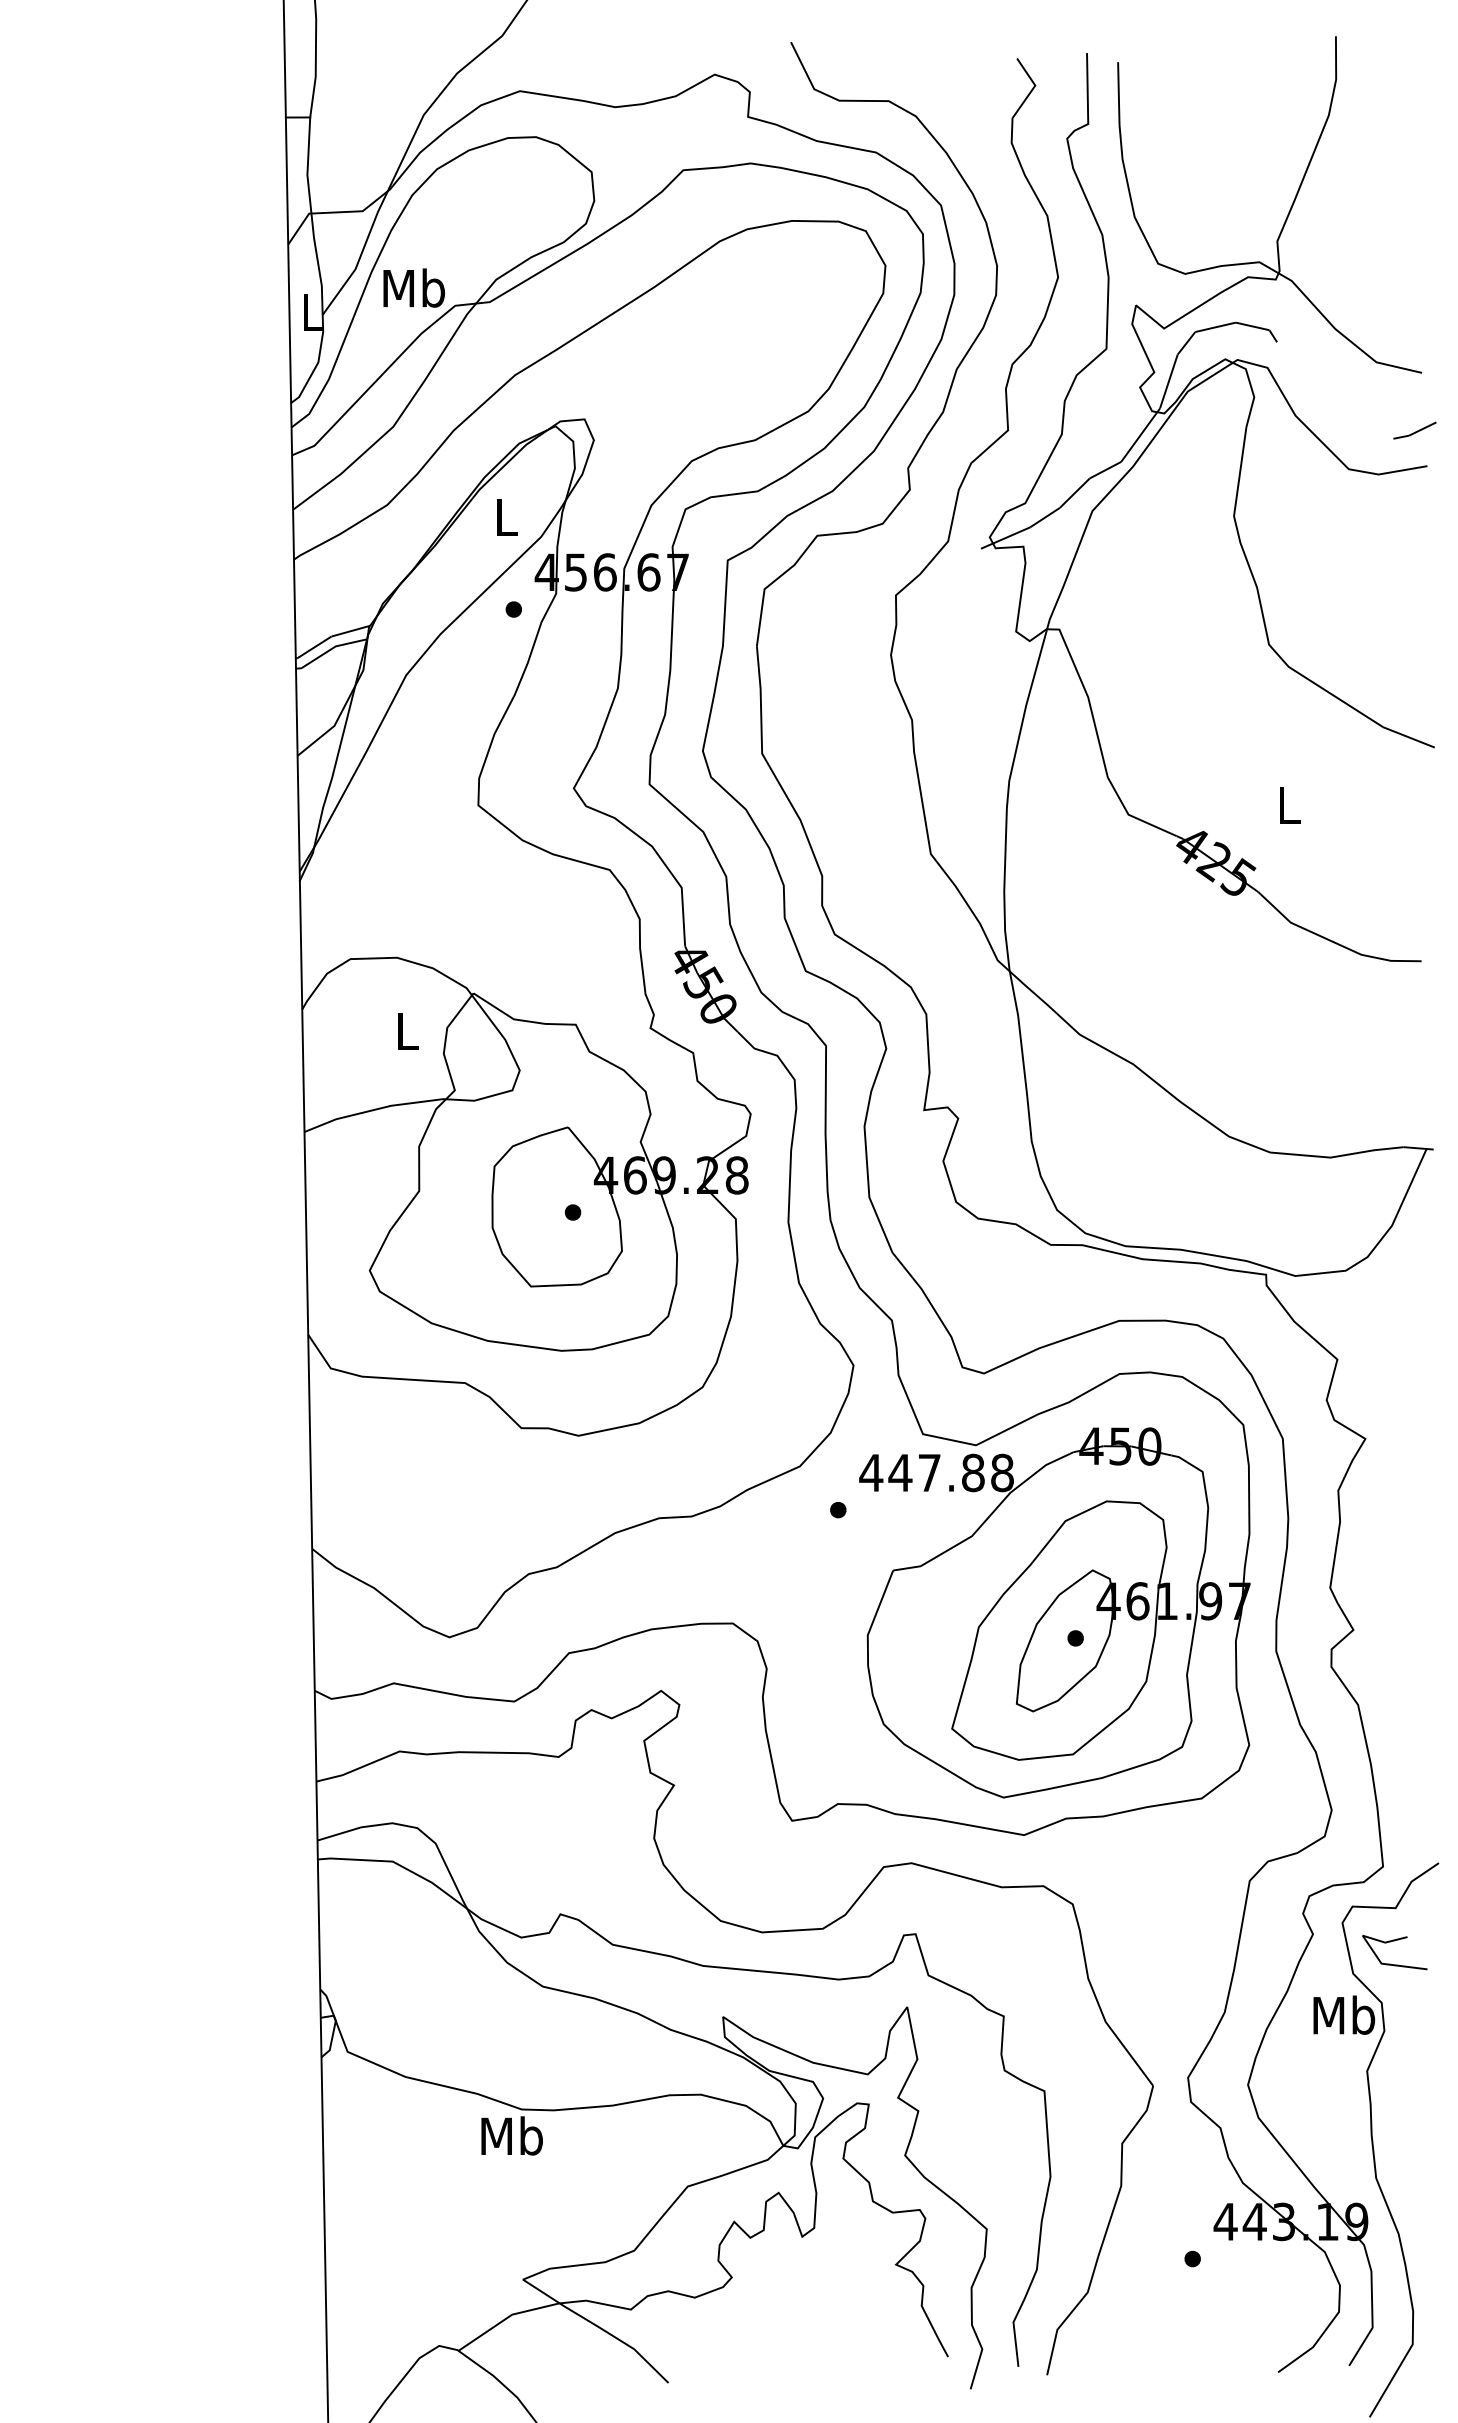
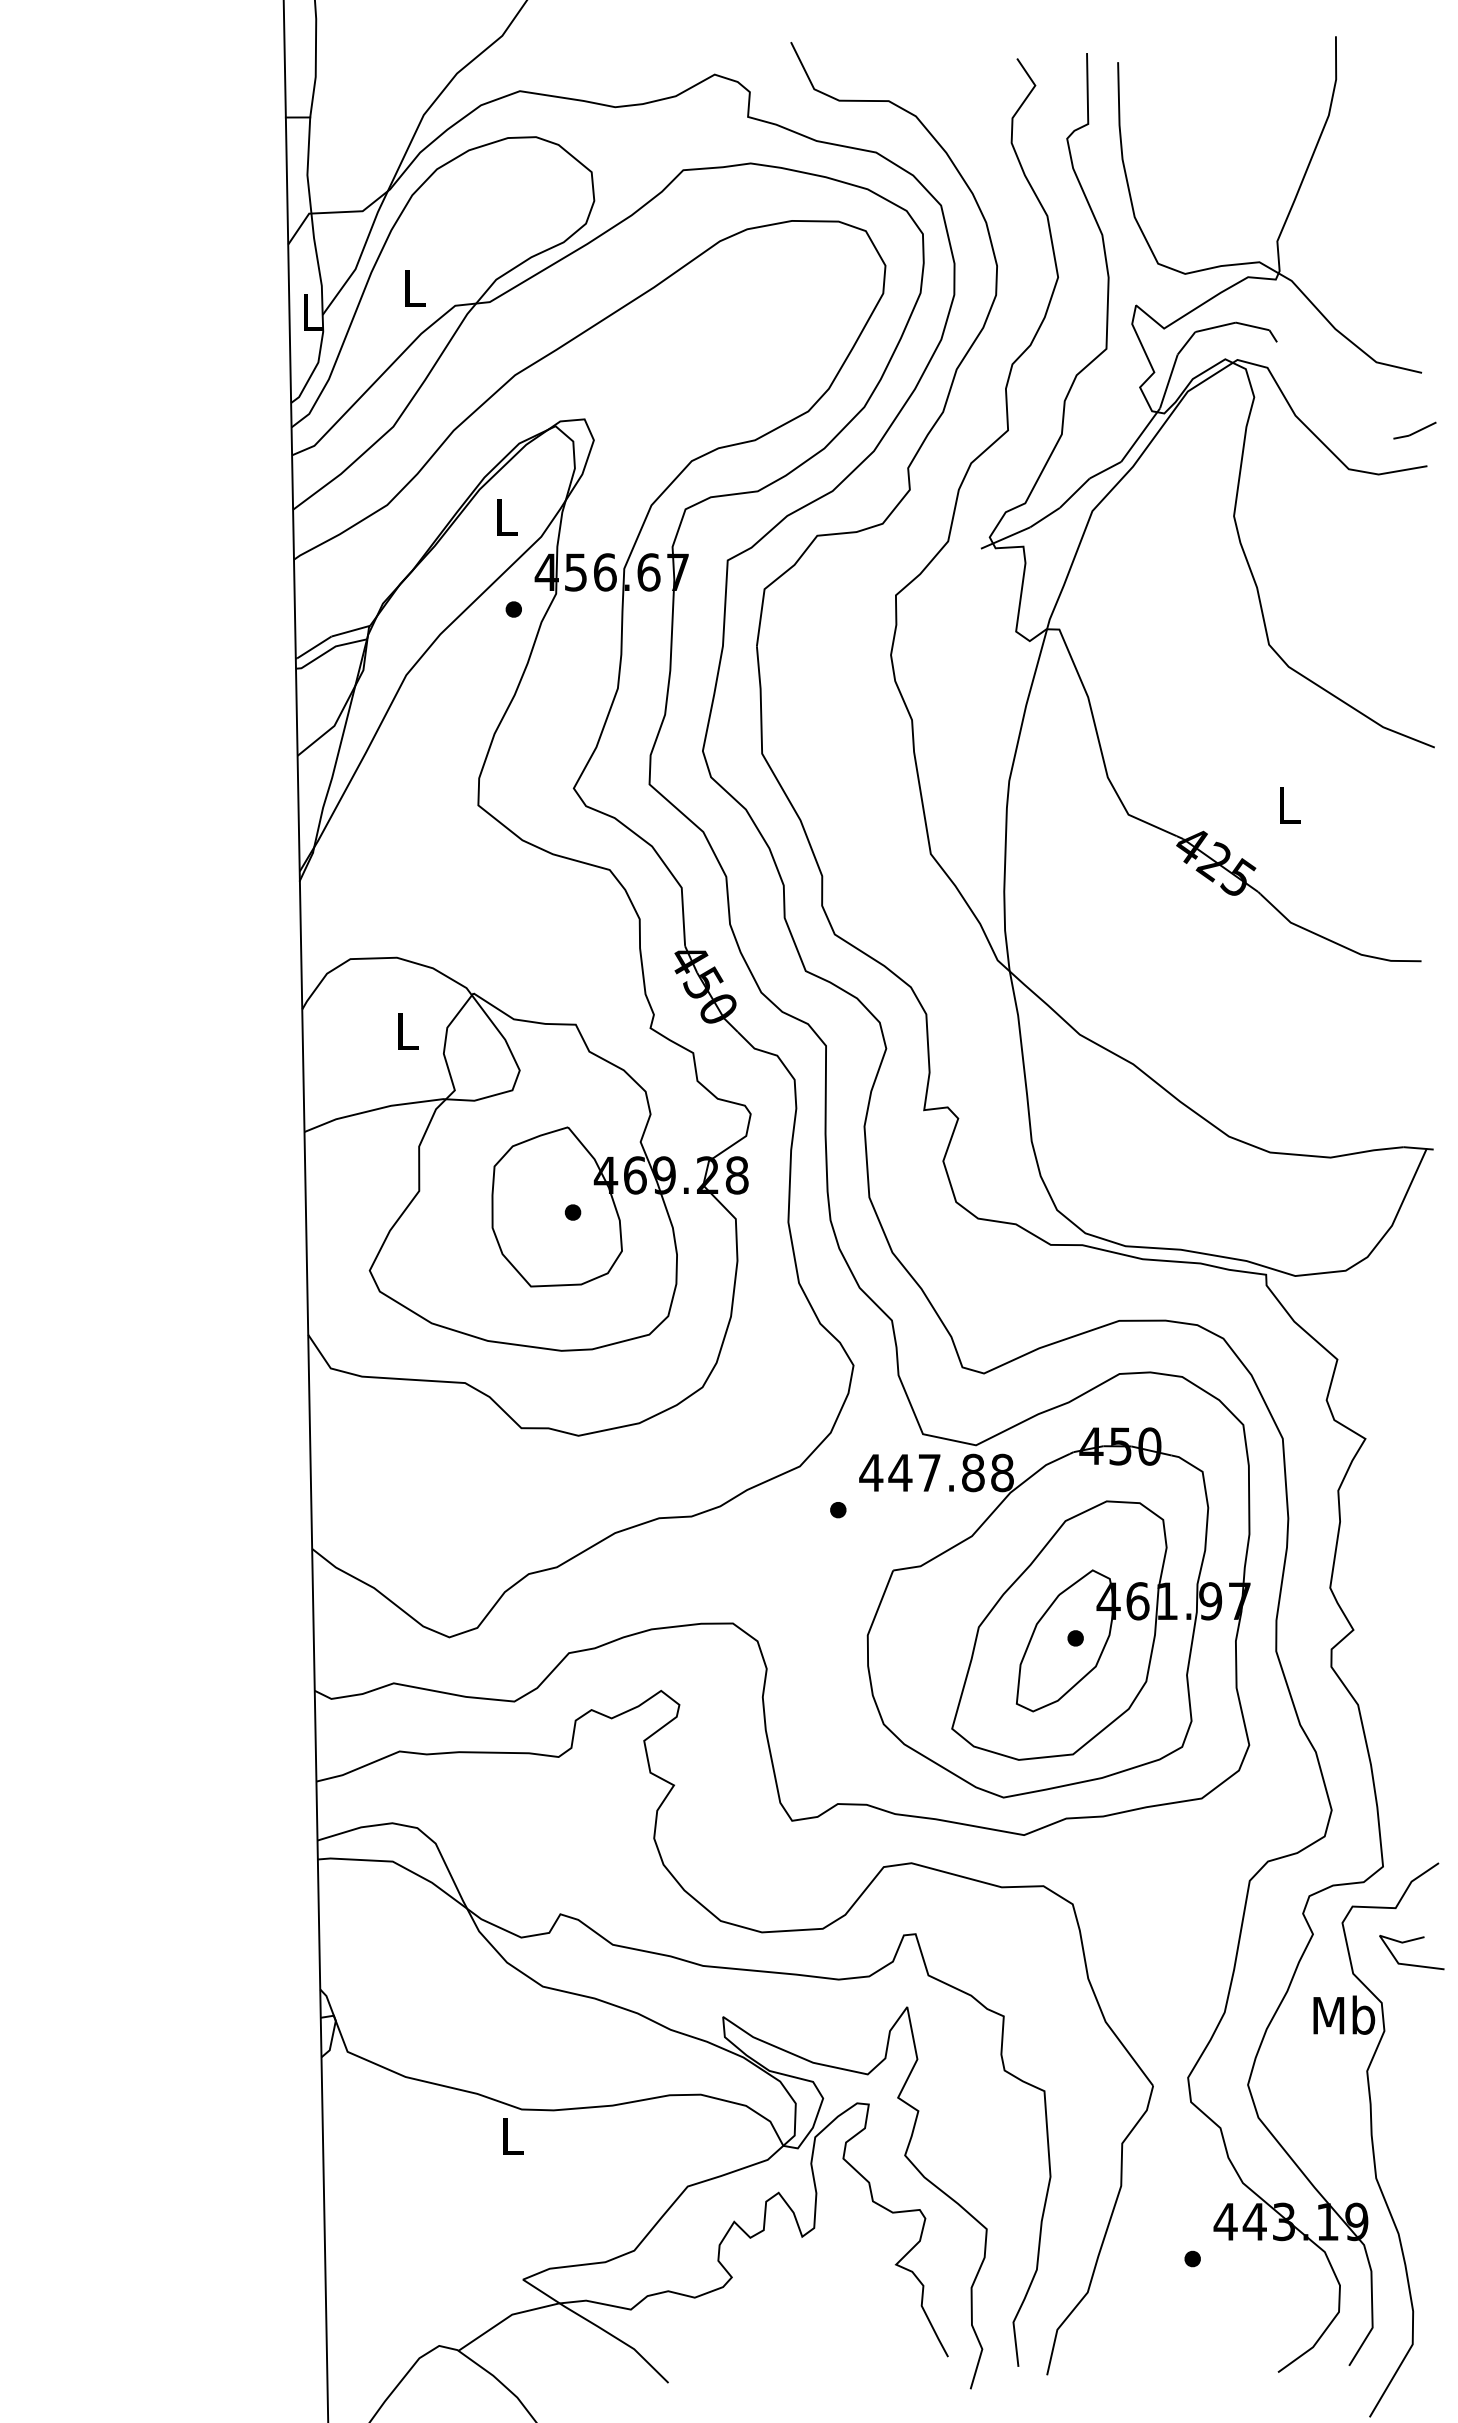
text at (414, 287): Mb -> L
line at (1390, 1942) position: (1390, 1942) -> (1407, 1942)
text at (511, 2135): Mb -> L
